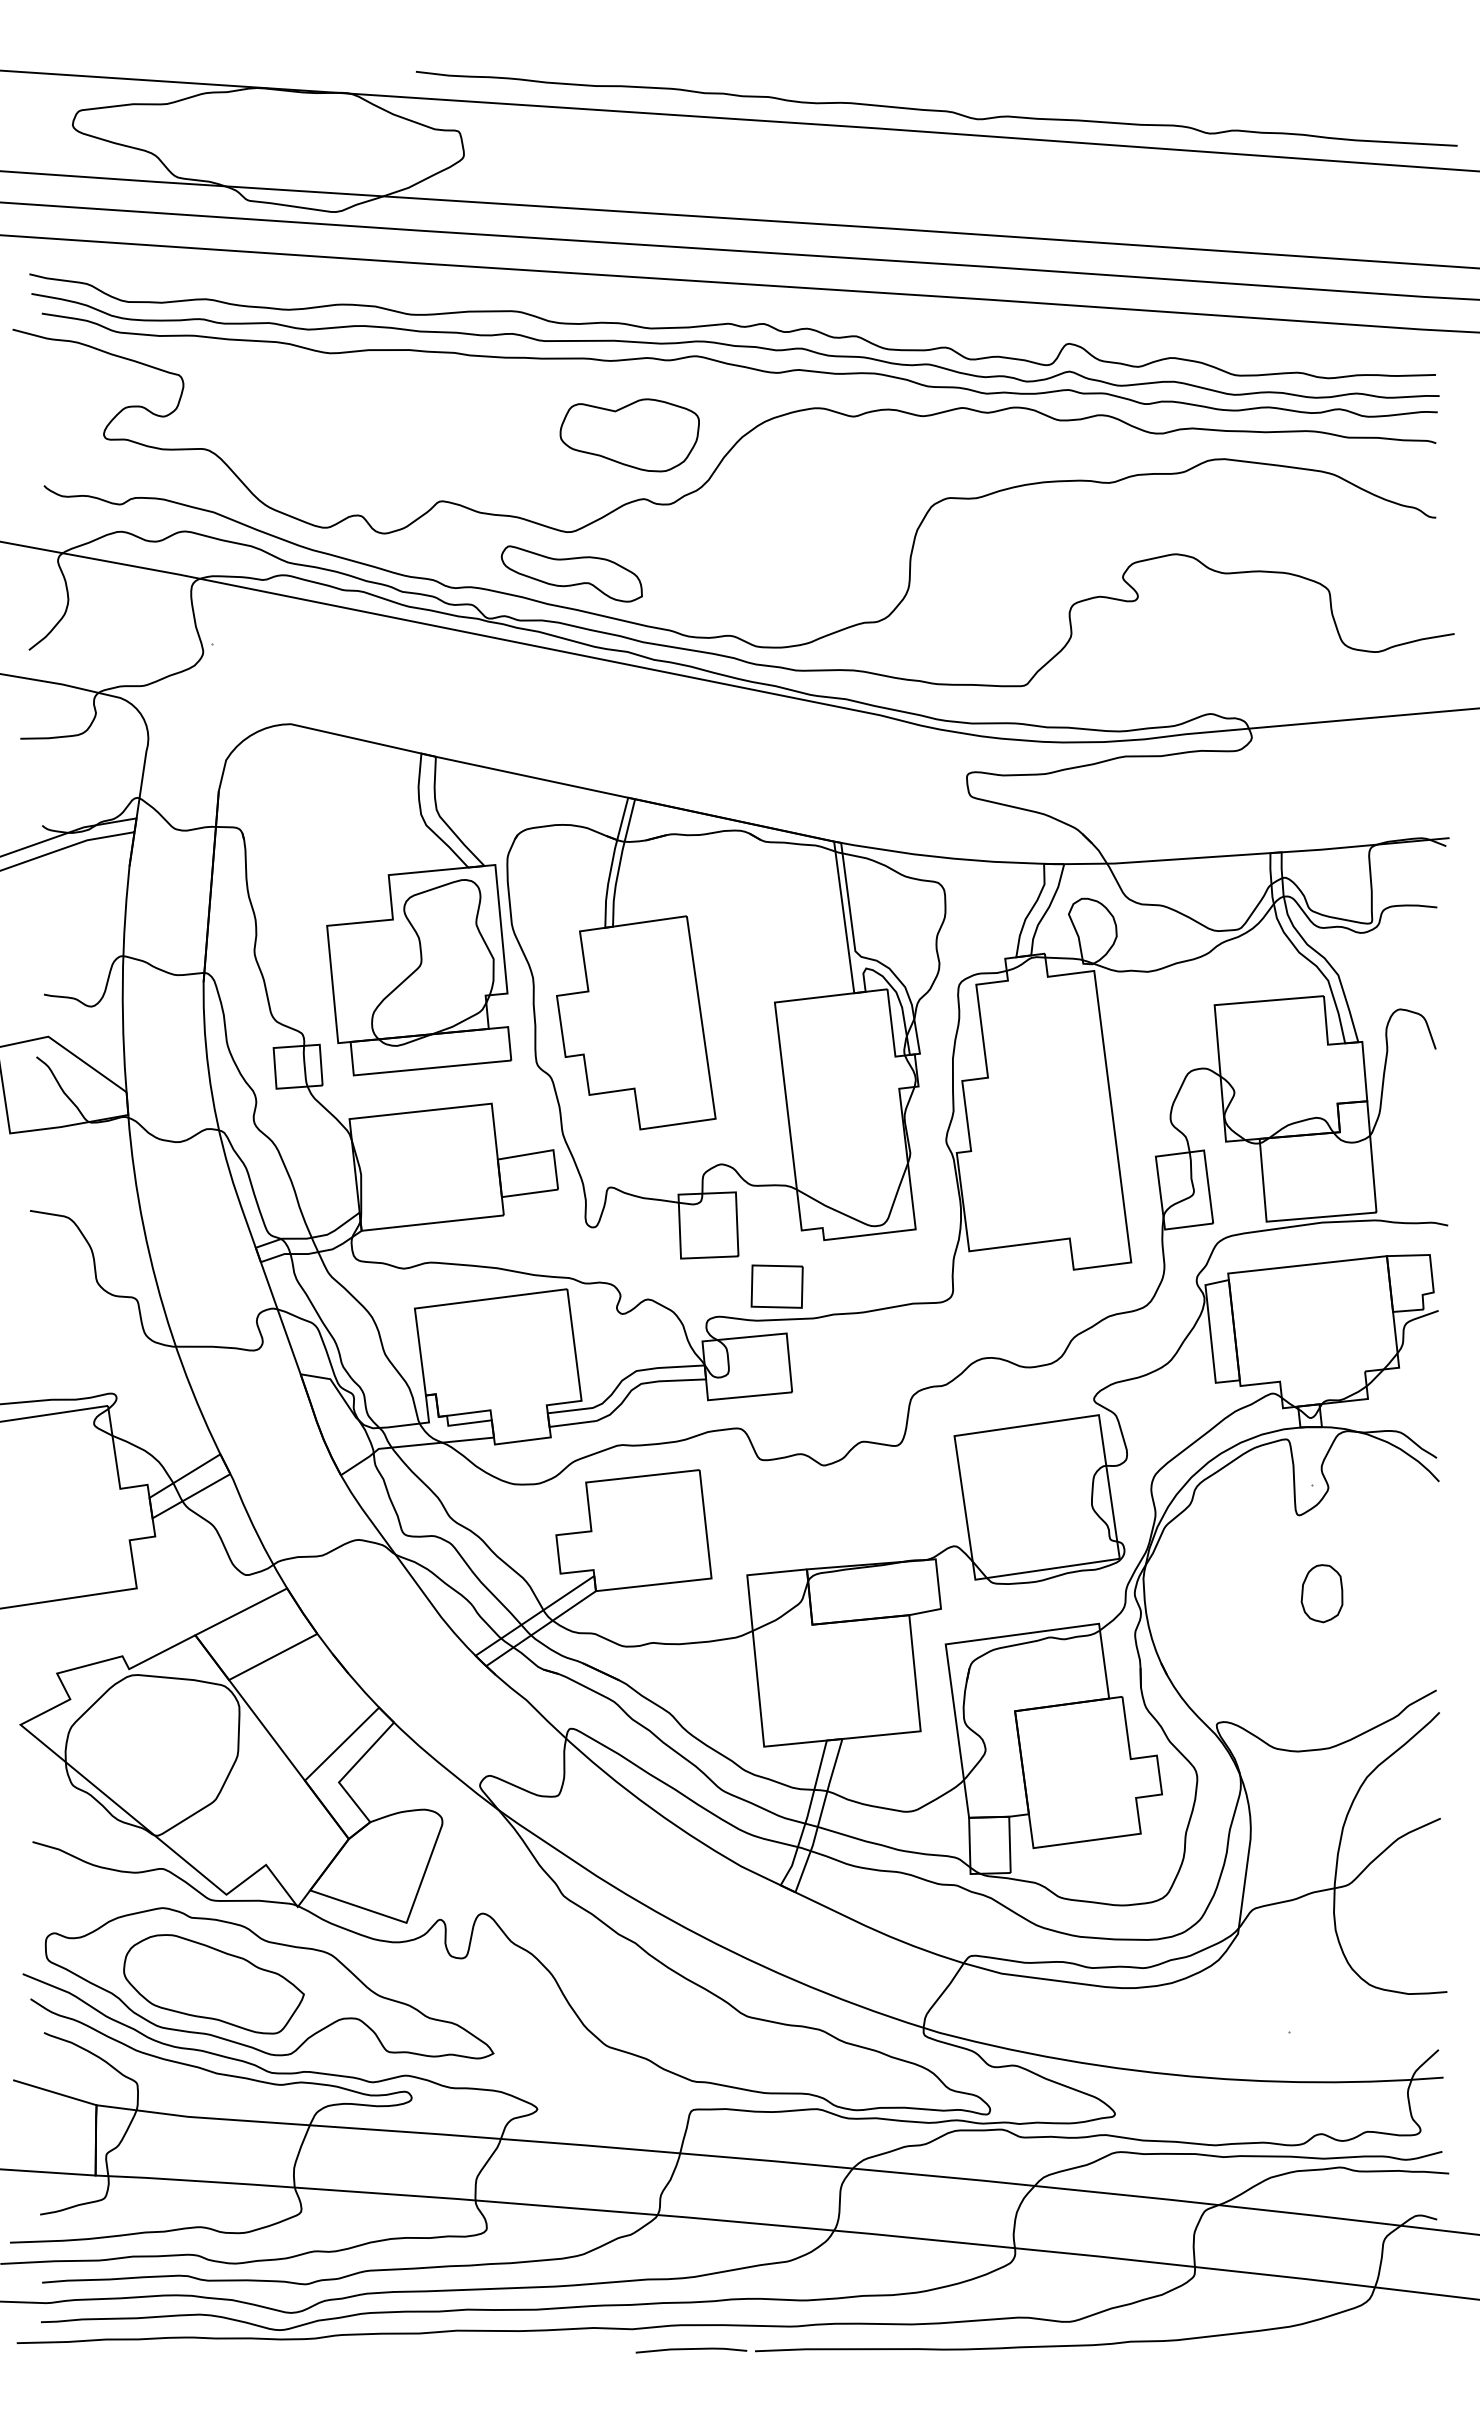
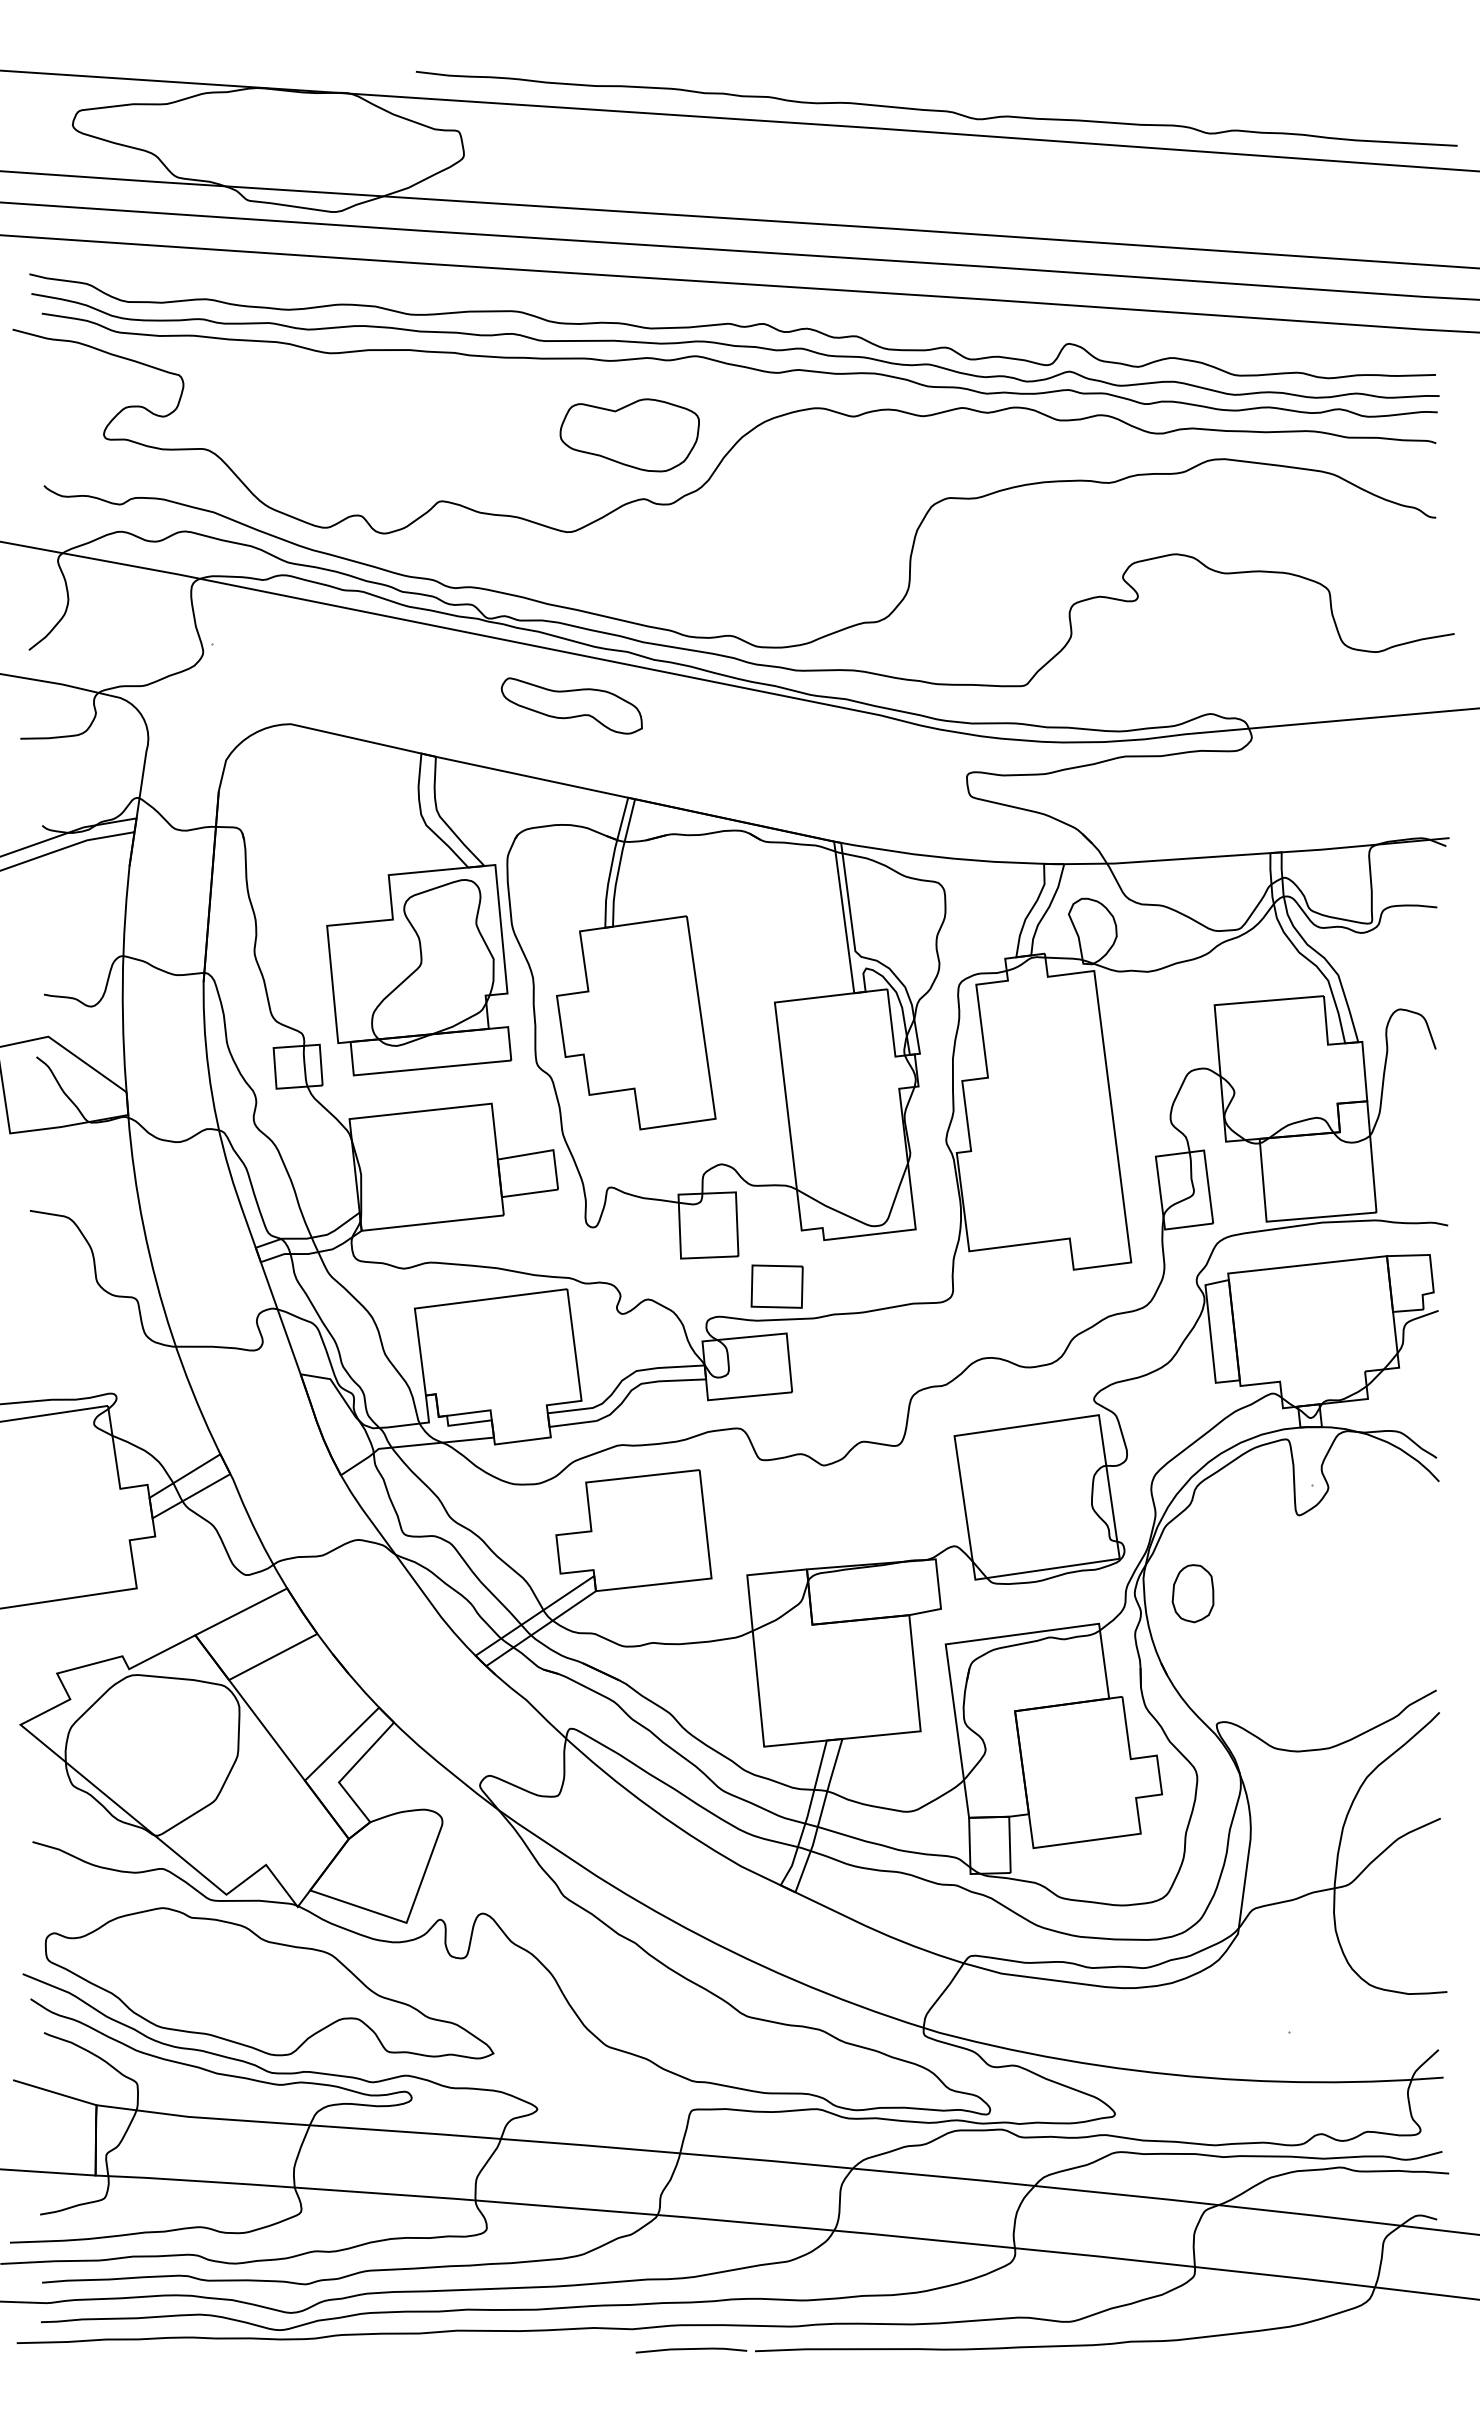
part at (571, 573) position: (571, 573) -> (571, 705)
part at (1321, 1593) position: (1321, 1593) -> (1192, 1593)
part at (213, 1984): present -> none
